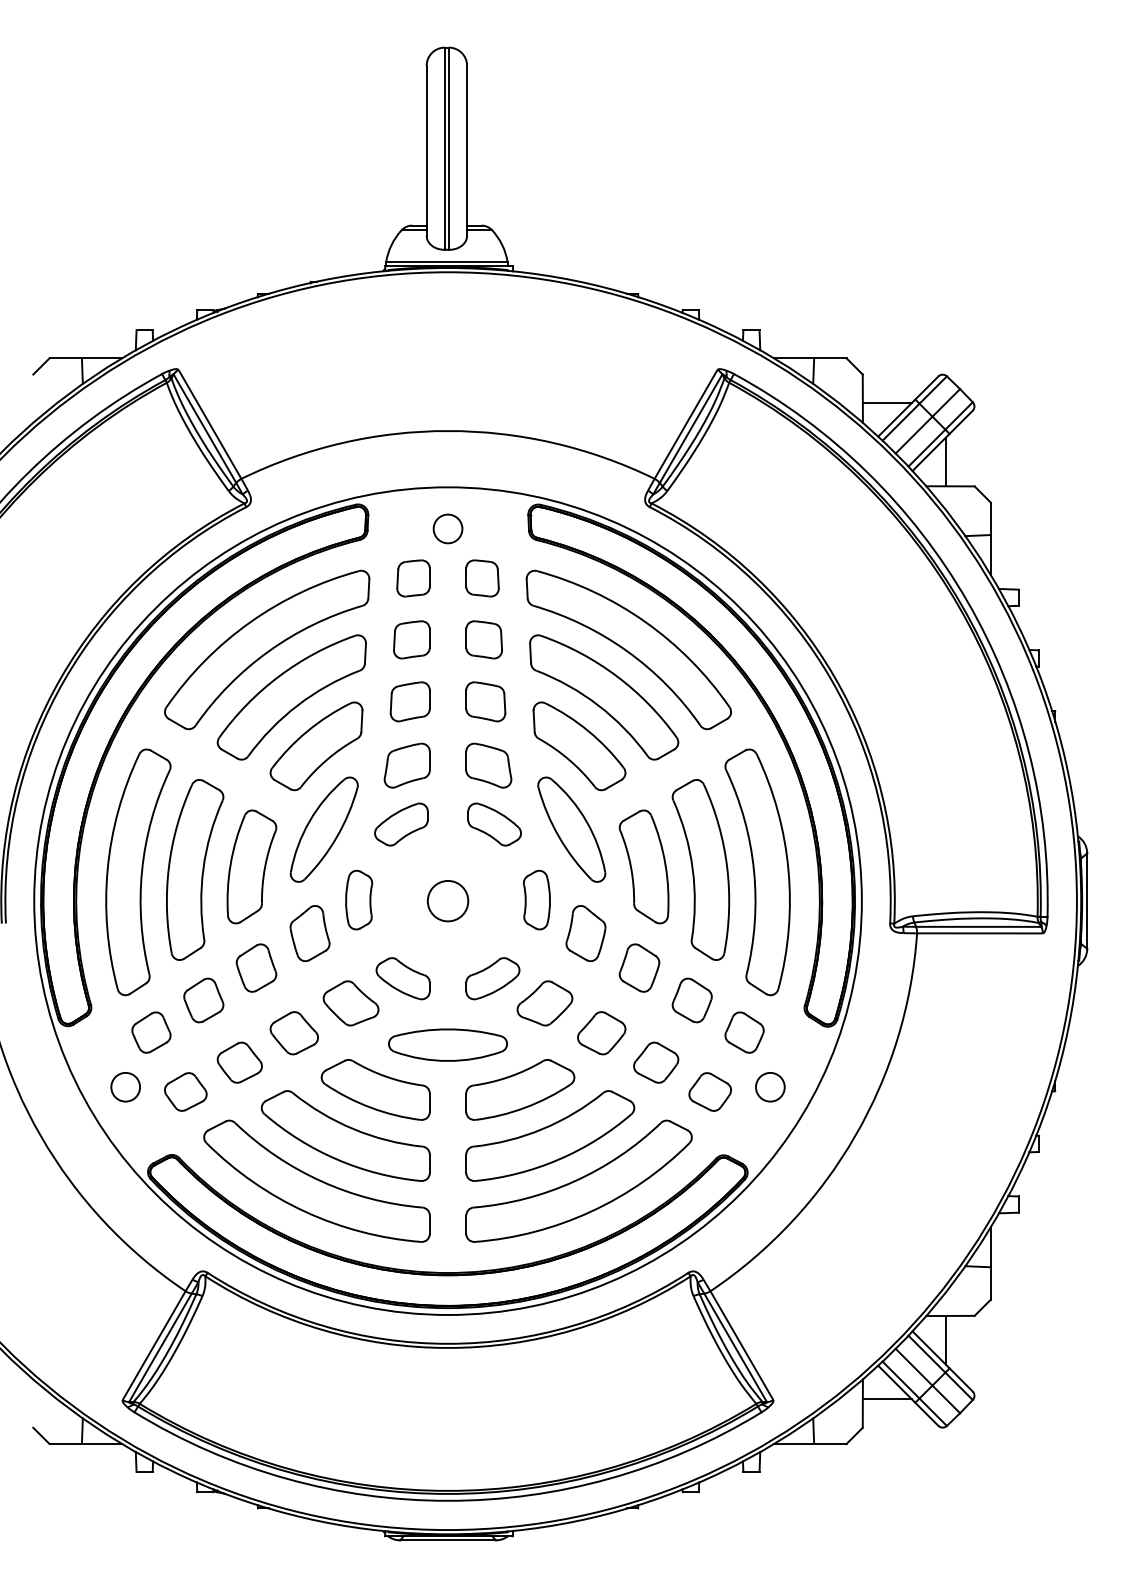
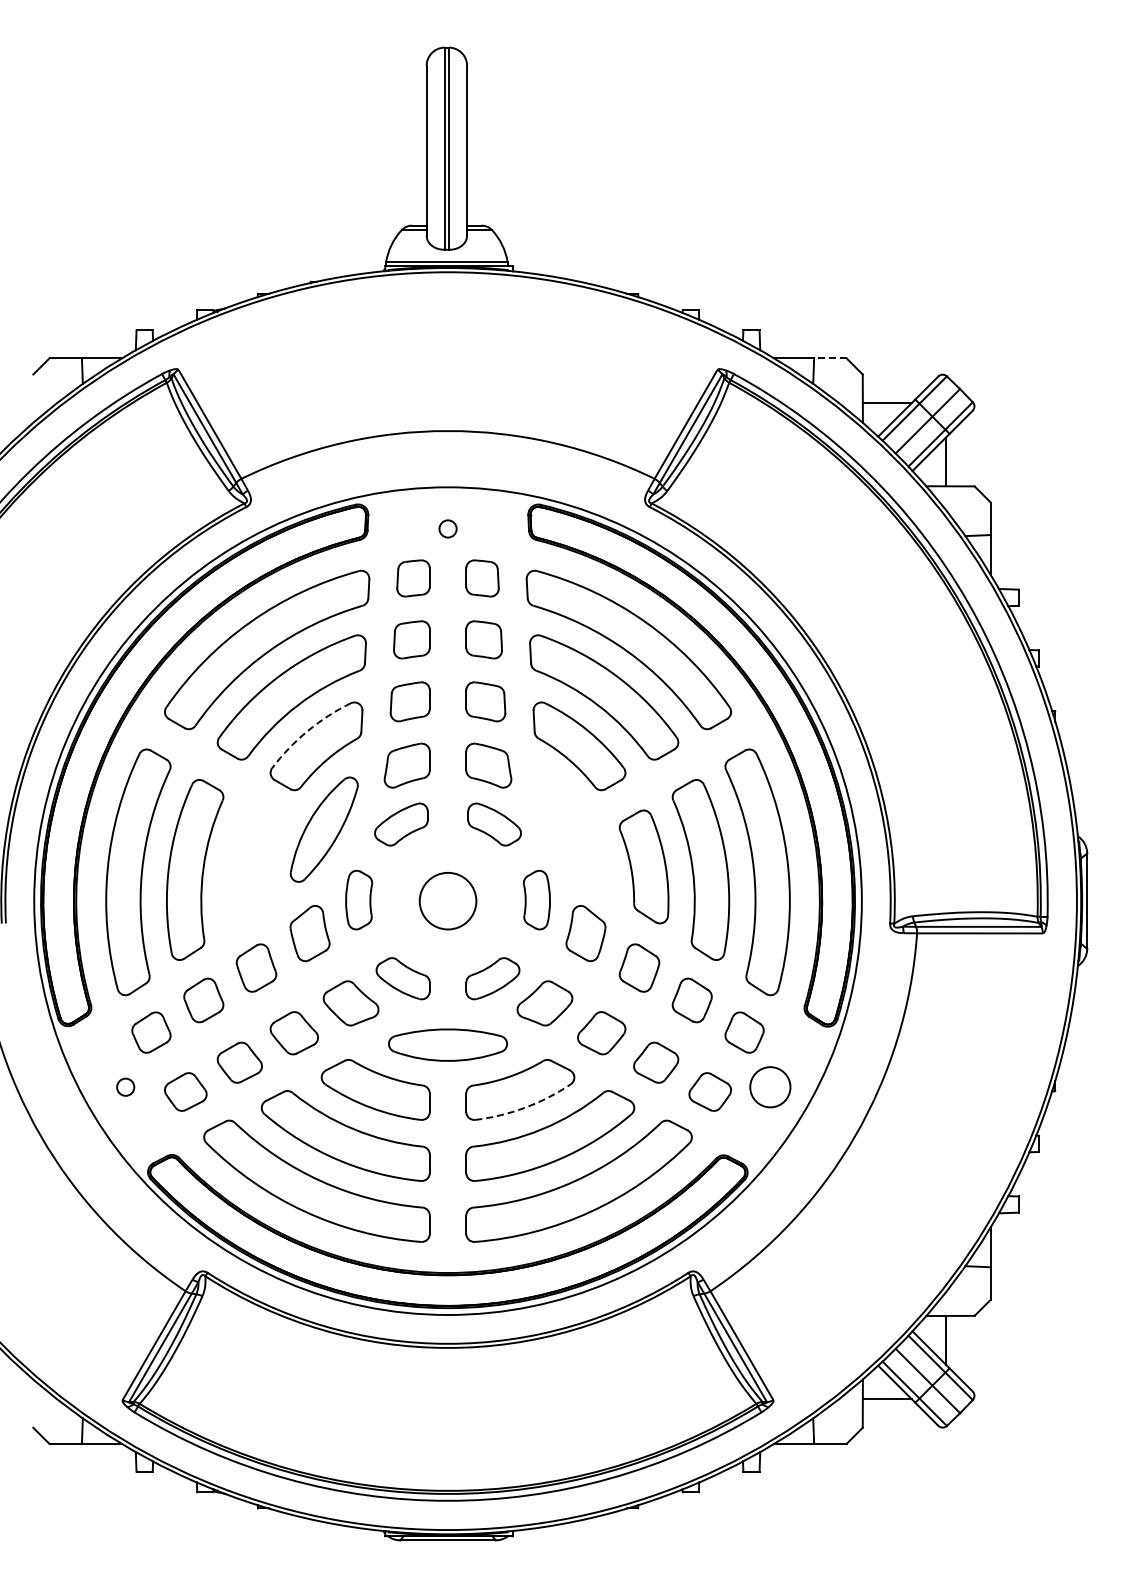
line at (829, 358): solid -> dashed
circle at (447, 528) diameter: 29 px -> 17 px
arc at (307, 731): solid -> dashed
part at (571, 829): present -> none
part at (251, 866): present -> none
circle at (447, 900) diameter: 40 px -> 57 px
circle at (125, 1086) diameter: 29 px -> 17 px
circle at (770, 1086) diameter: 29 px -> 40 px
arc at (525, 1107): solid -> dashed
